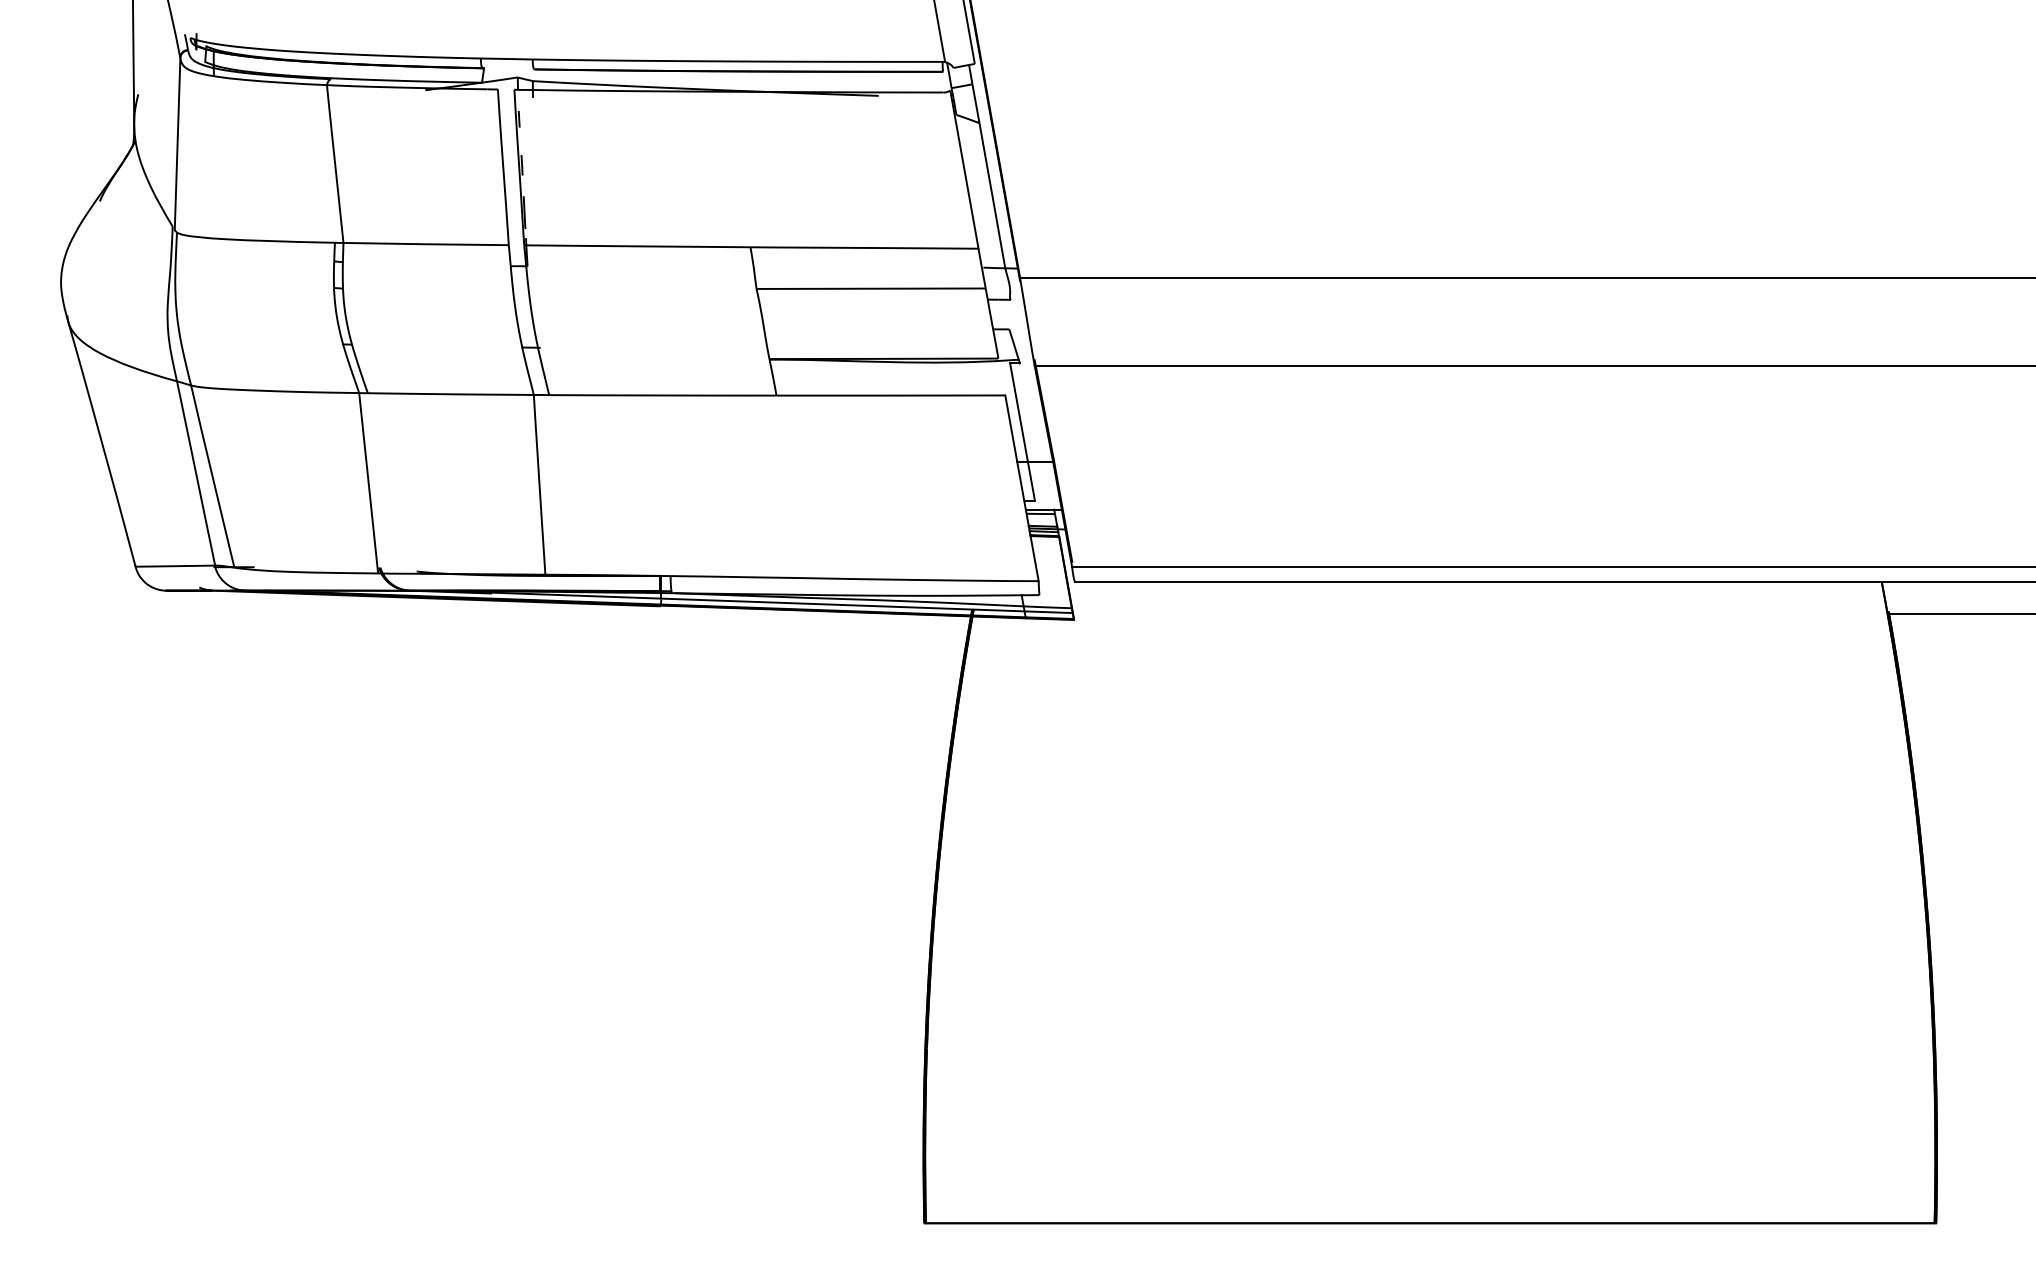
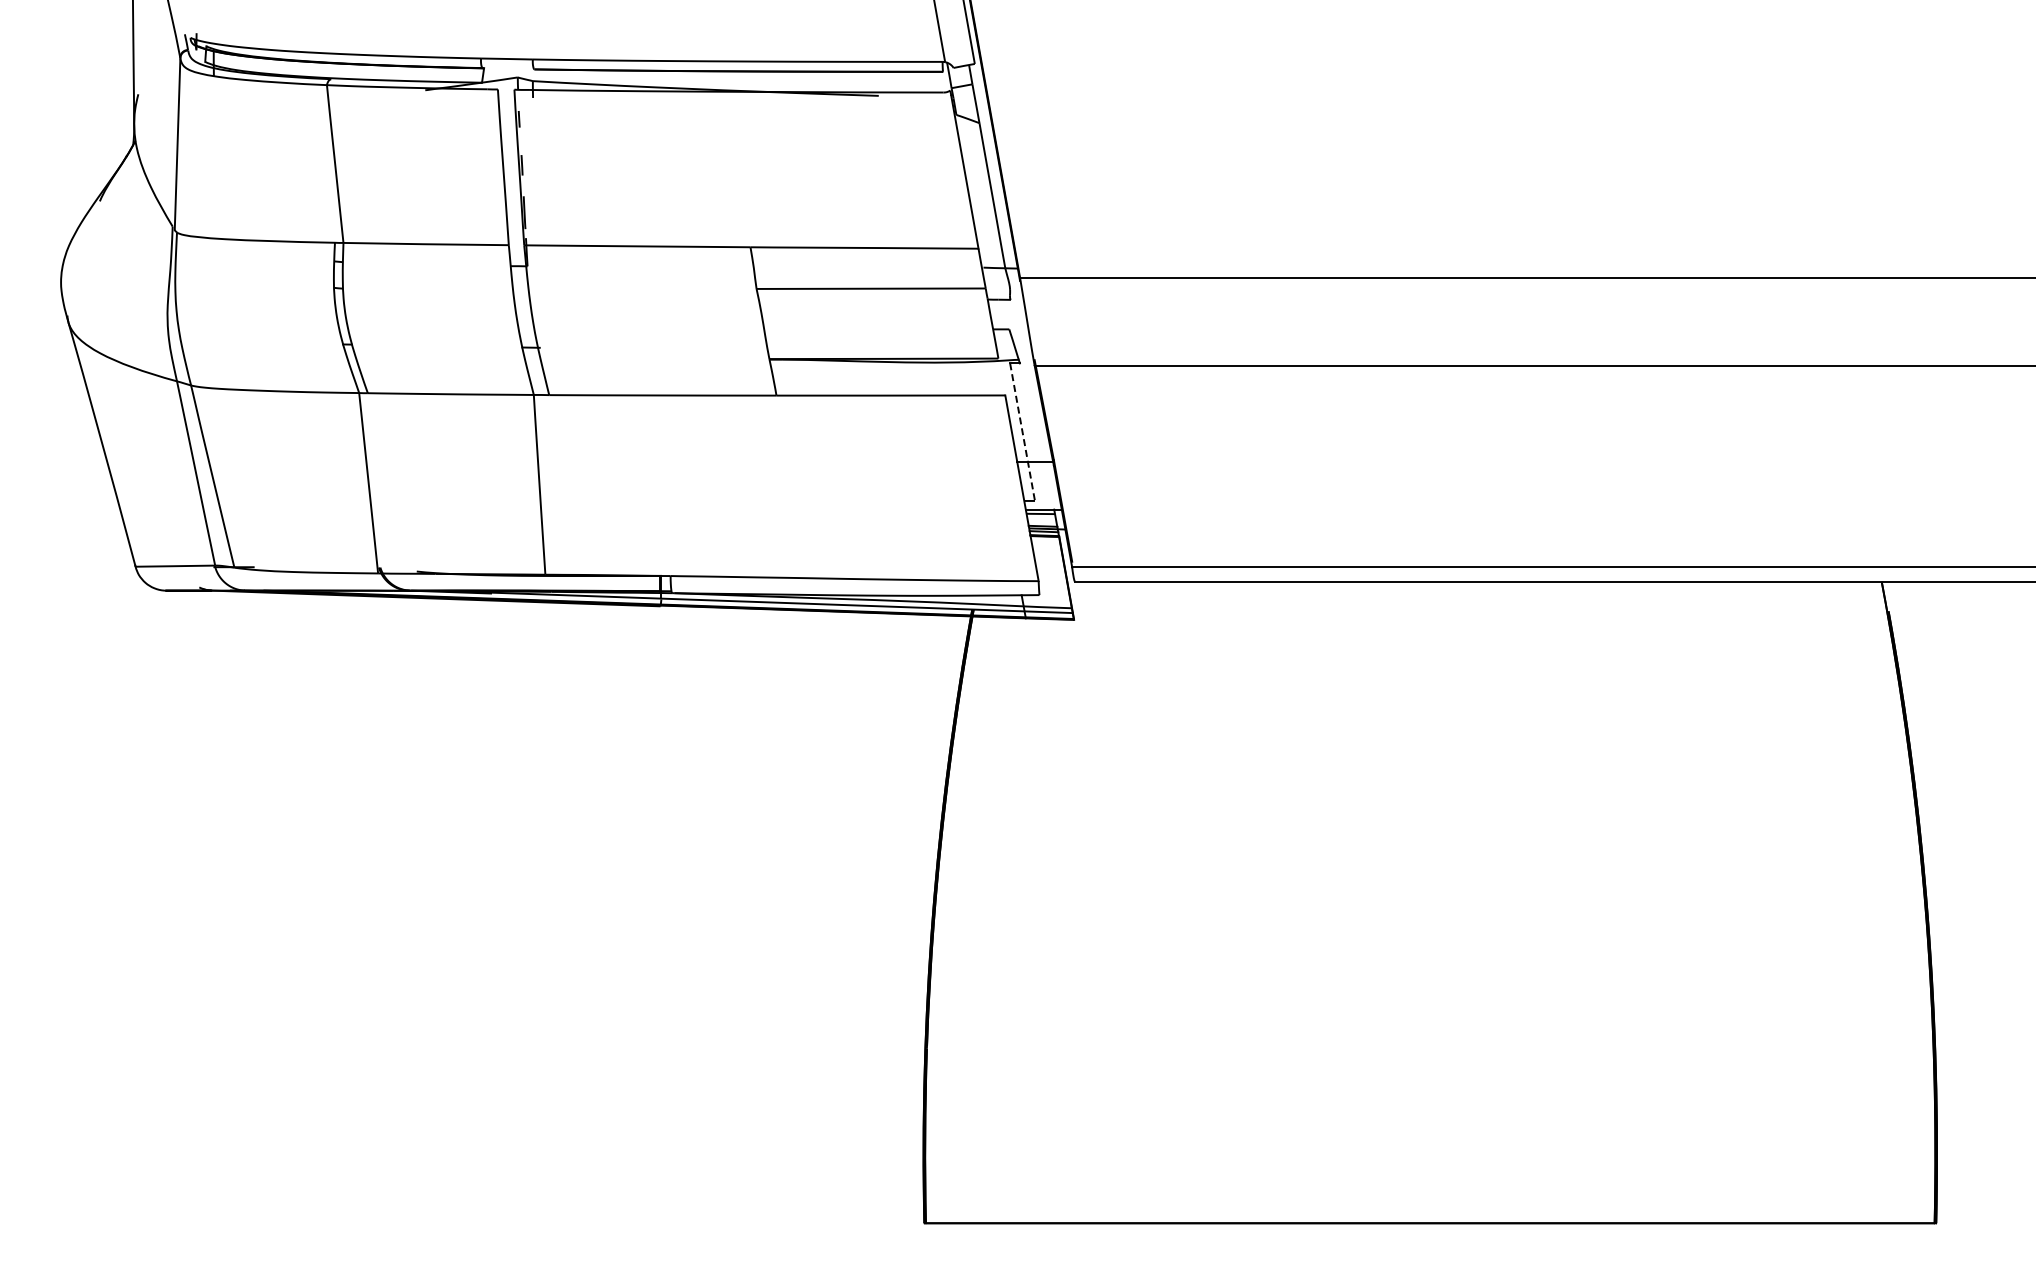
line at (1022, 432): solid -> dashed
line at (1959, 613): present -> none
